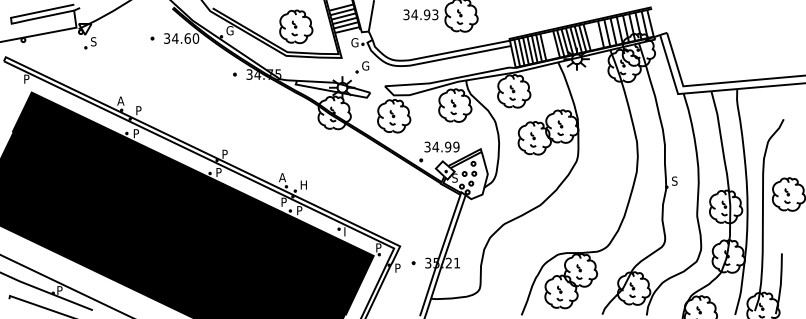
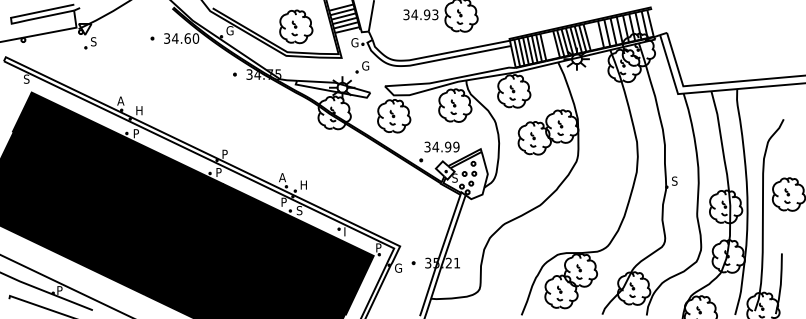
text at (26, 78): P -> S
text at (139, 110): P -> H
text at (299, 210): P -> S
text at (398, 267): P -> G
